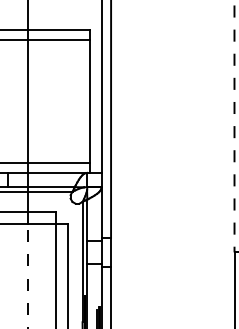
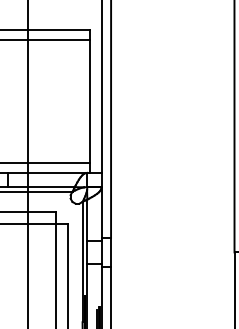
line at (234, 126): dashed -> solid
line at (28, 275): dashed -> solid
